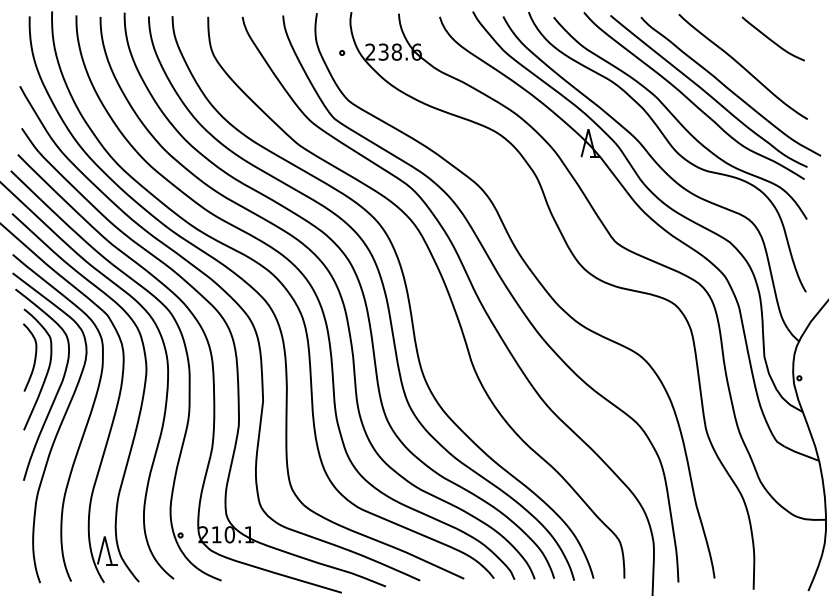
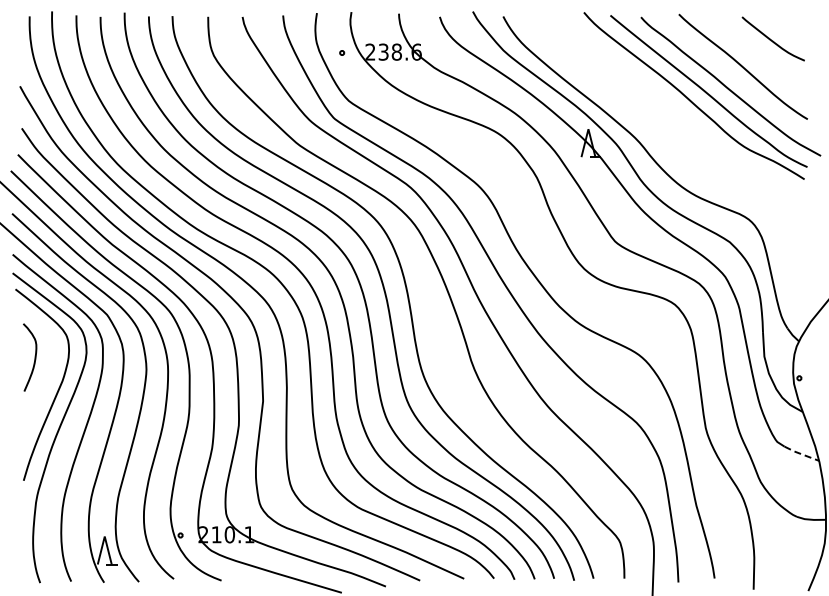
part at (667, 151): present -> none
curve at (46, 372): present -> none
line at (801, 454): solid -> dashed
